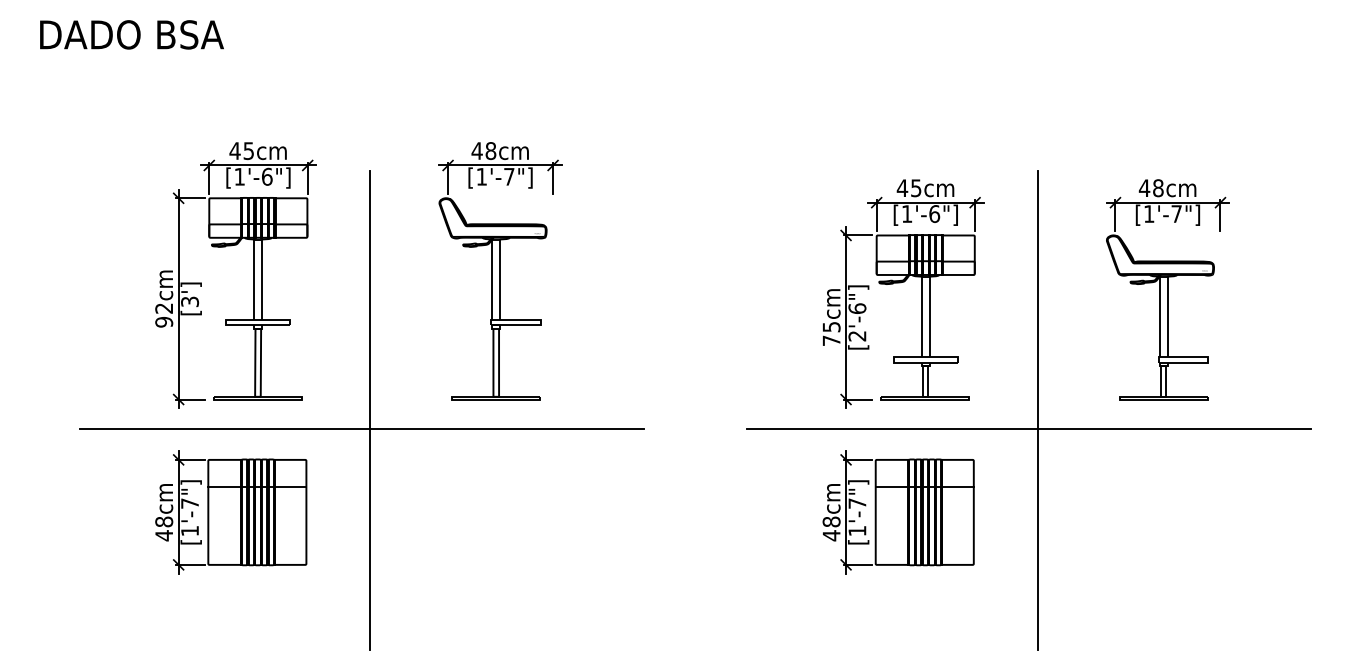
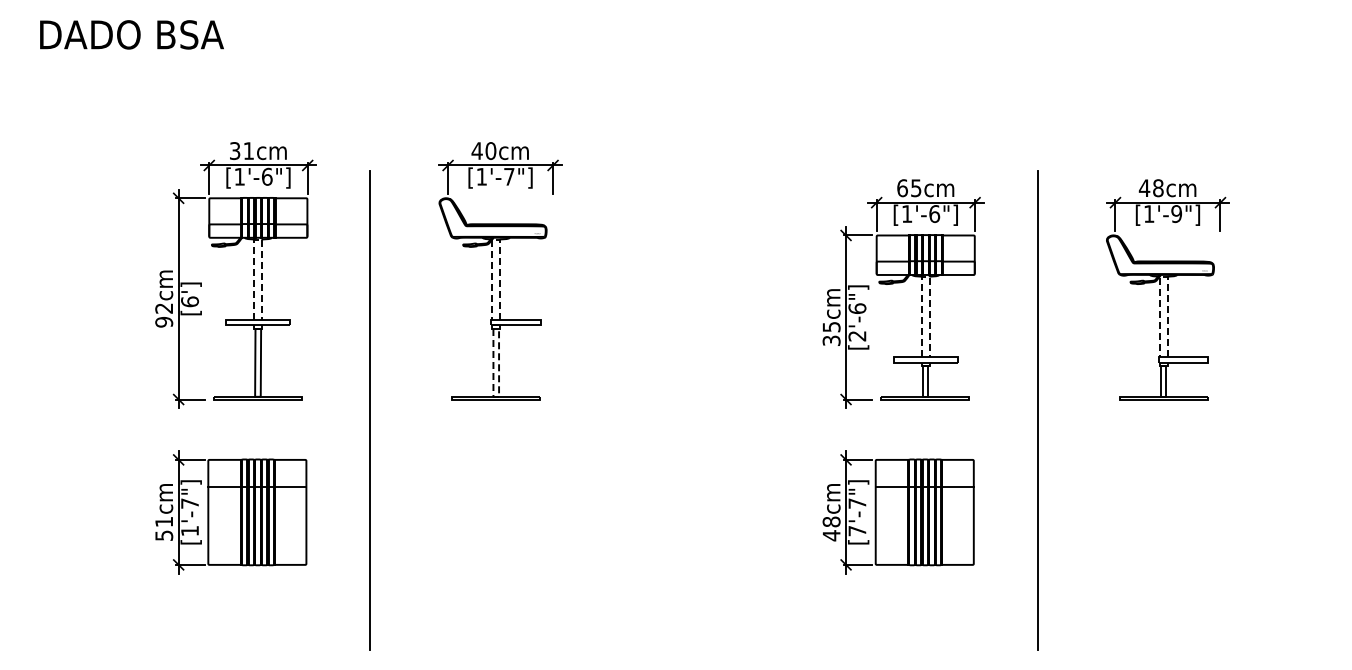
text at (490, 150): 48cm -> 40cm
text at (241, 151): 45cm -> 31cm
text at (902, 188): 45cm -> 65cm
text at (1176, 214): [1'-7"] -> [1'-9"]
line at (258, 240): solid -> dashed
line at (495, 240): solid -> dashed
line at (926, 277): solid -> dashed
line at (1163, 277): solid -> dashed
text at (190, 301): [3'] -> [6']
text at (831, 340): 75cm -> 35cm
line at (496, 396): solid -> dashed
line at (361, 429): present -> none
line at (1029, 429): present -> none
text at (164, 528): 48cm -> 51cm
text at (857, 531): [1'-7"] -> [7'-7"]
